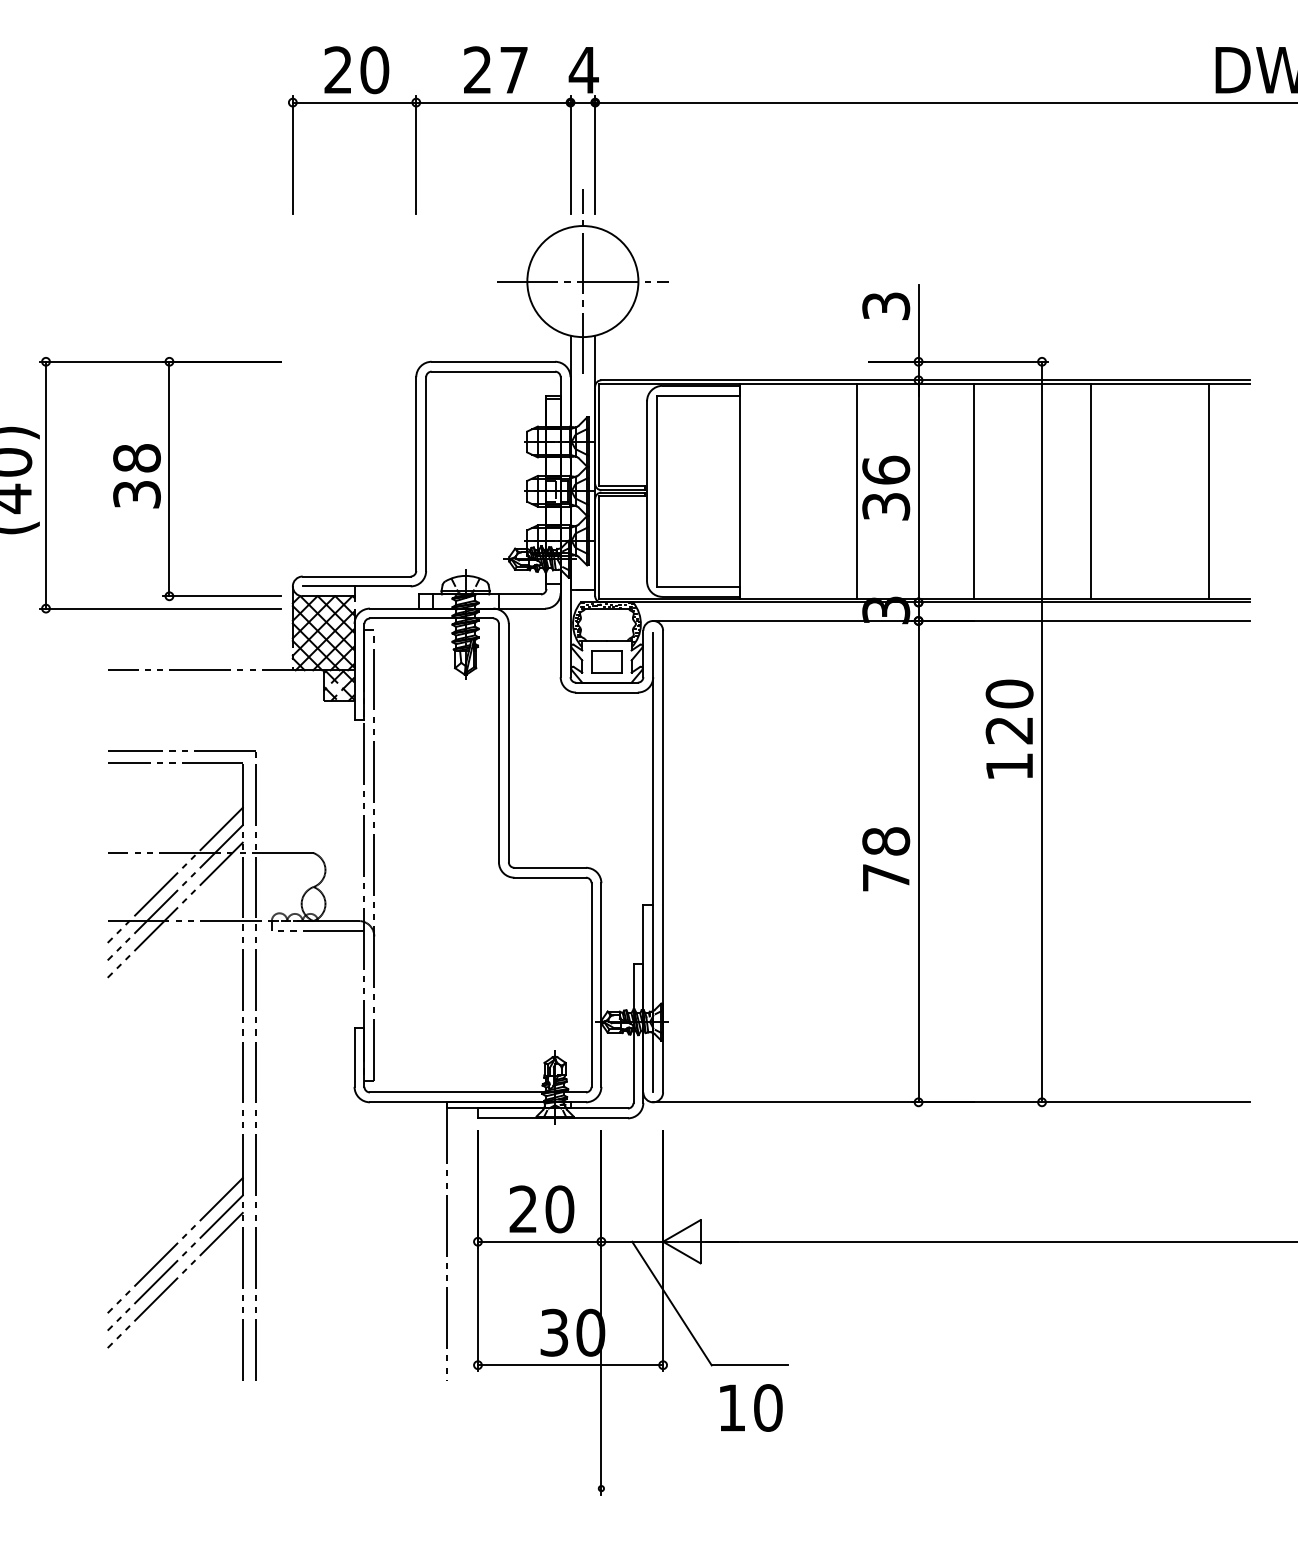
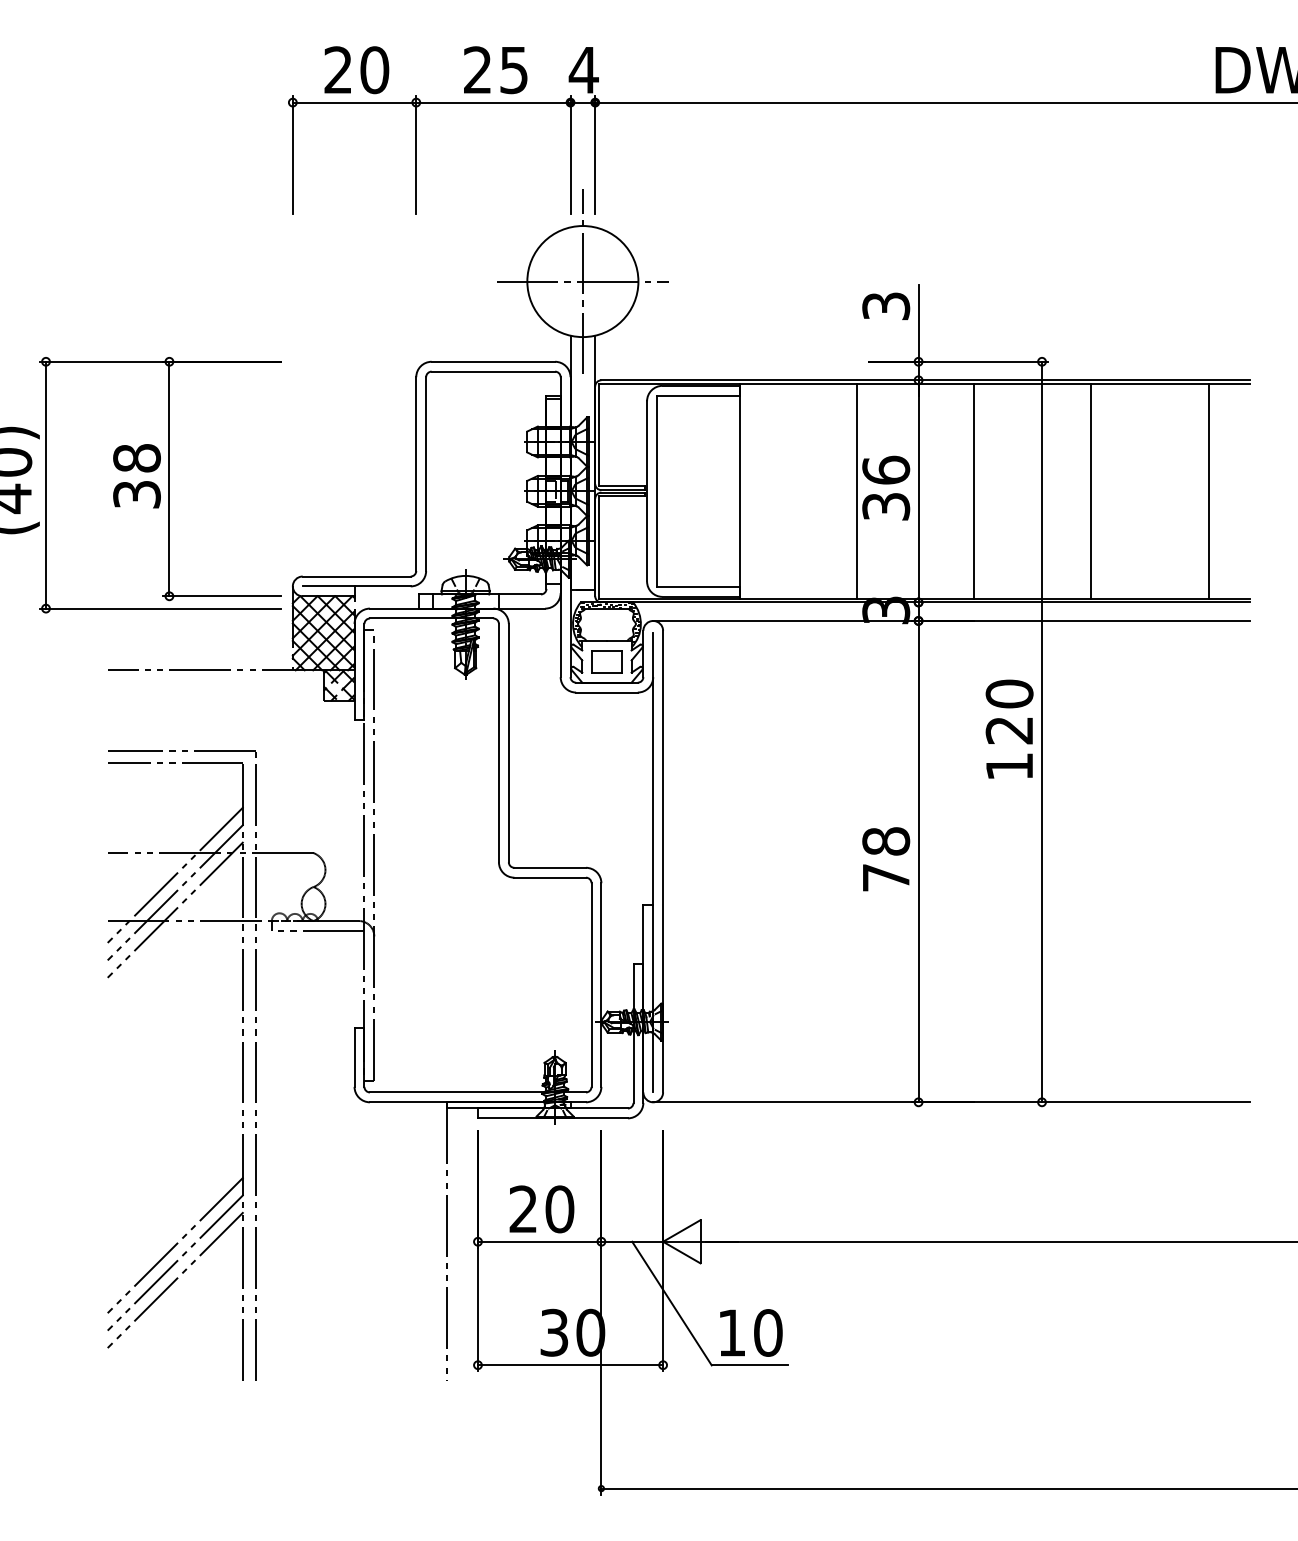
text at (513, 70): 27 -> 25
text at (751, 1407) position: (751, 1407) -> (751, 1332)
line at (947, 1488): none -> present
